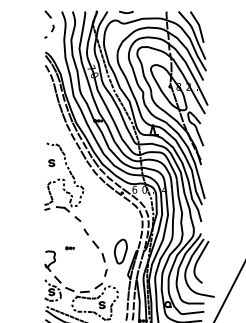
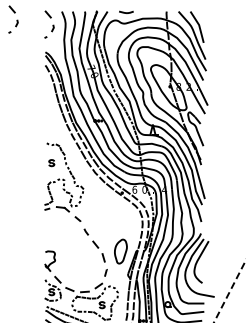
part at (13, 19): none -> present
part at (69, 248): present -> none
line at (229, 291): solid -> dashed
